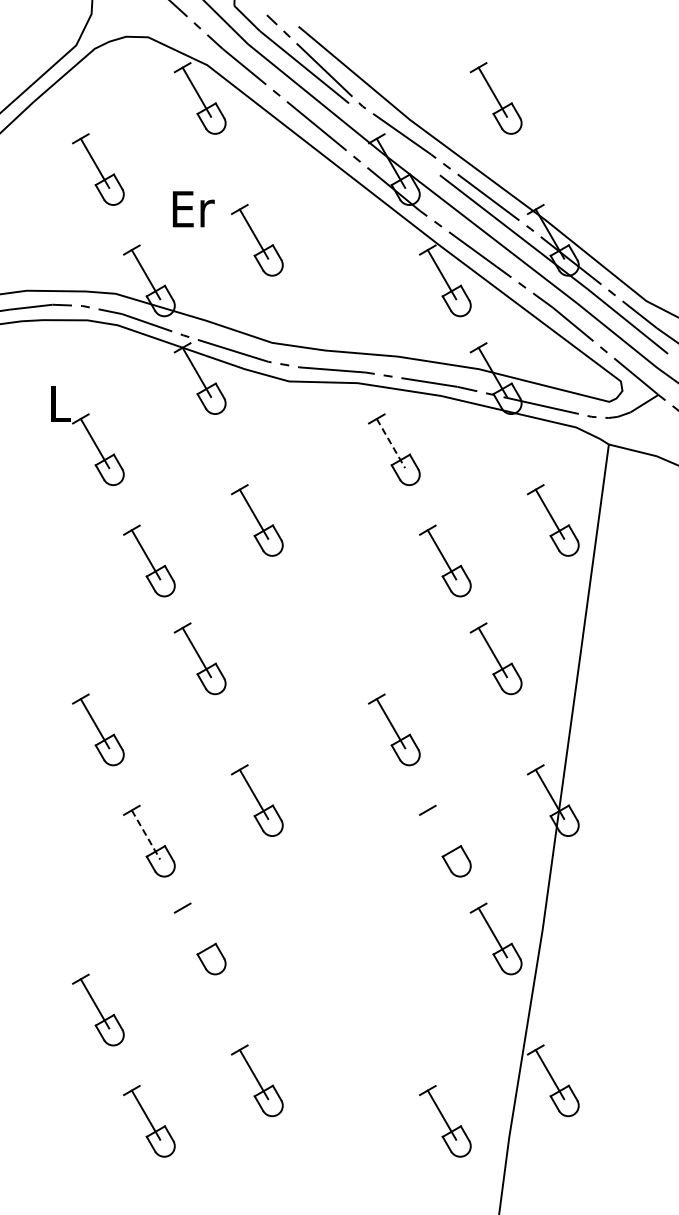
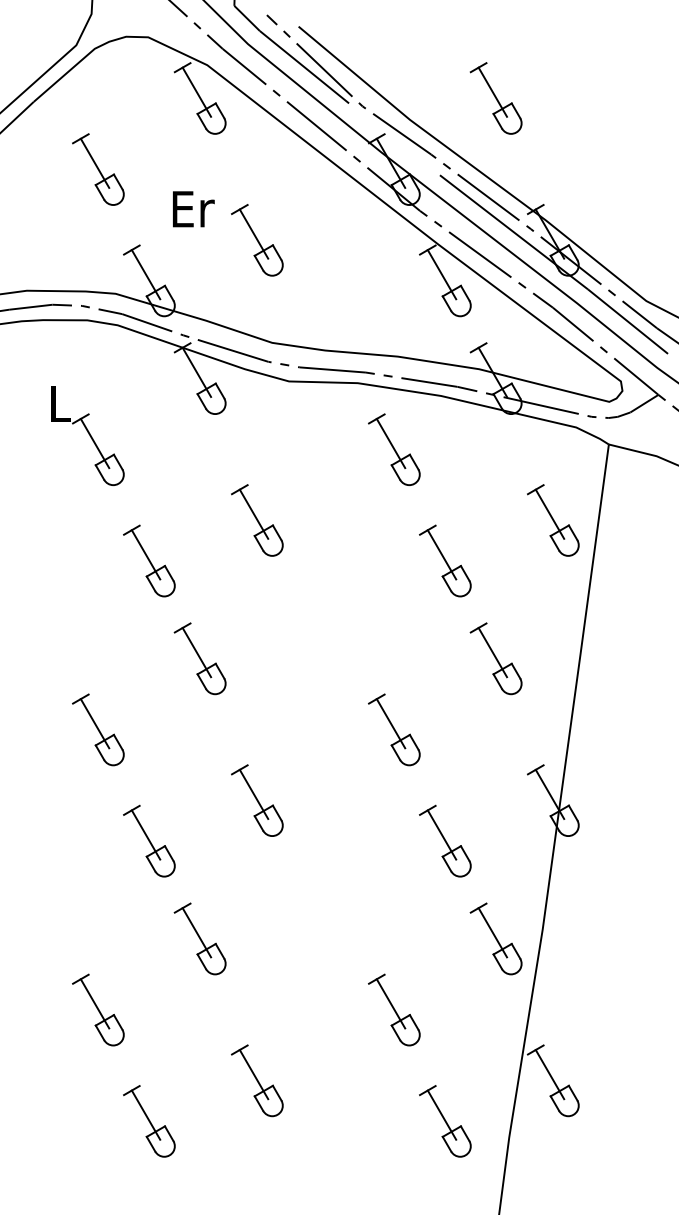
line at (391, 443): dashed -> solid
line at (441, 834): none -> present
line at (146, 835): dashed -> solid
line at (196, 932): none -> present
part at (394, 1009): none -> present
